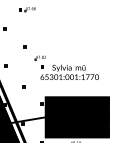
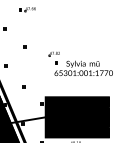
part at (66, 67) position: (66, 67) -> (80, 63)
